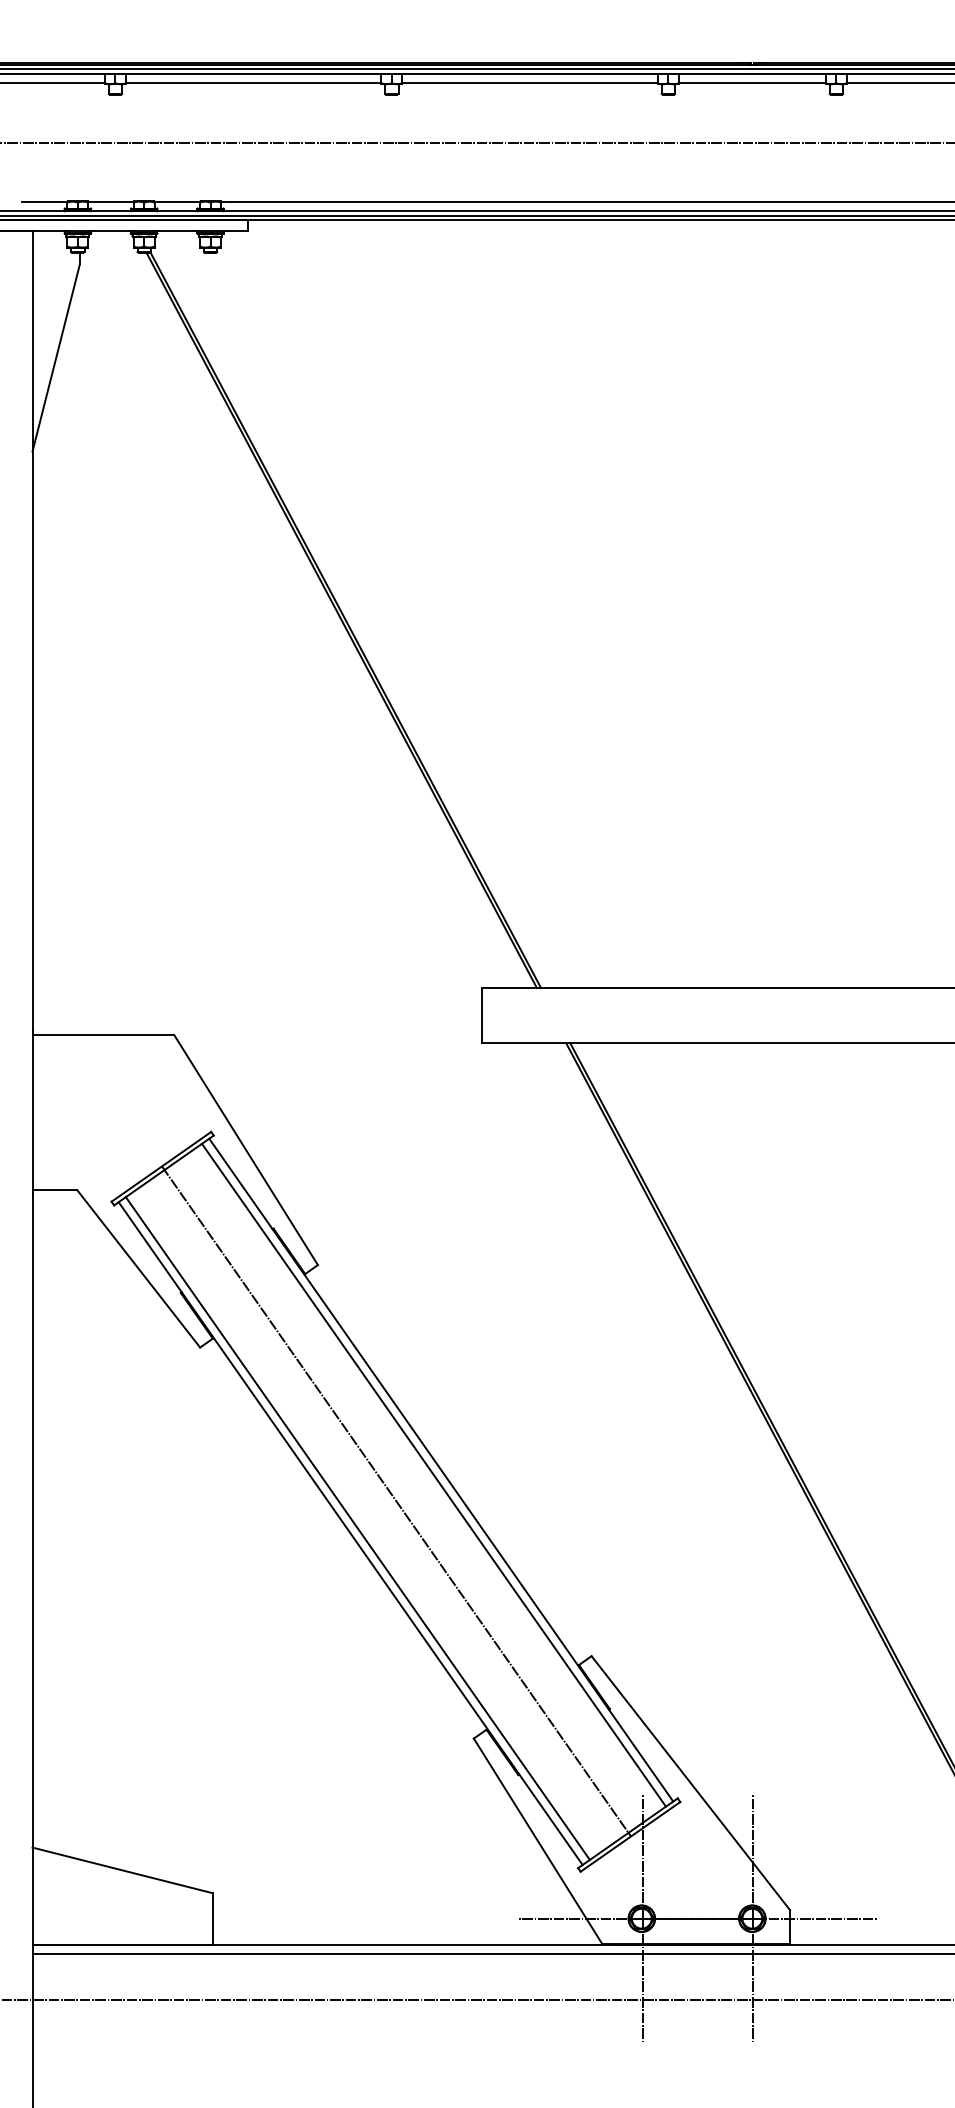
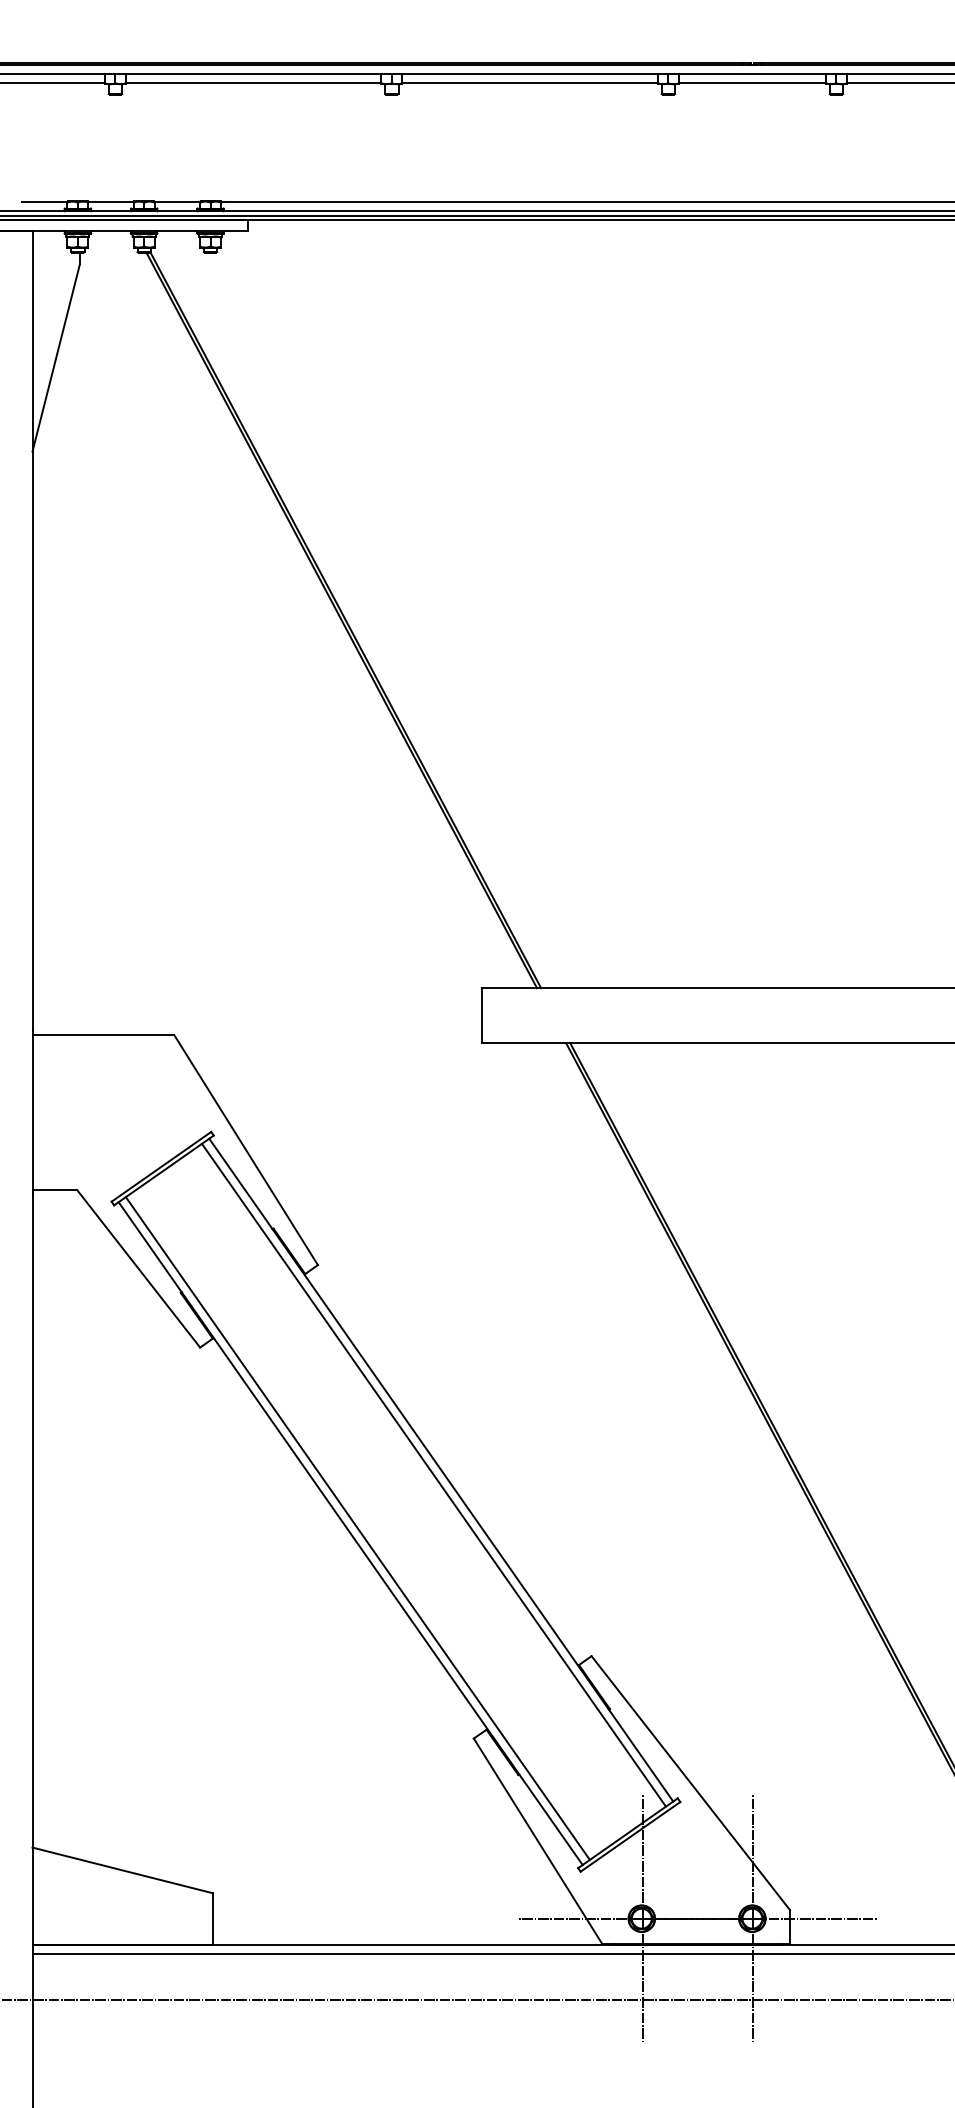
line at (476, 69): present -> none
line at (476, 142): present -> none
line at (396, 1501): present -> none
